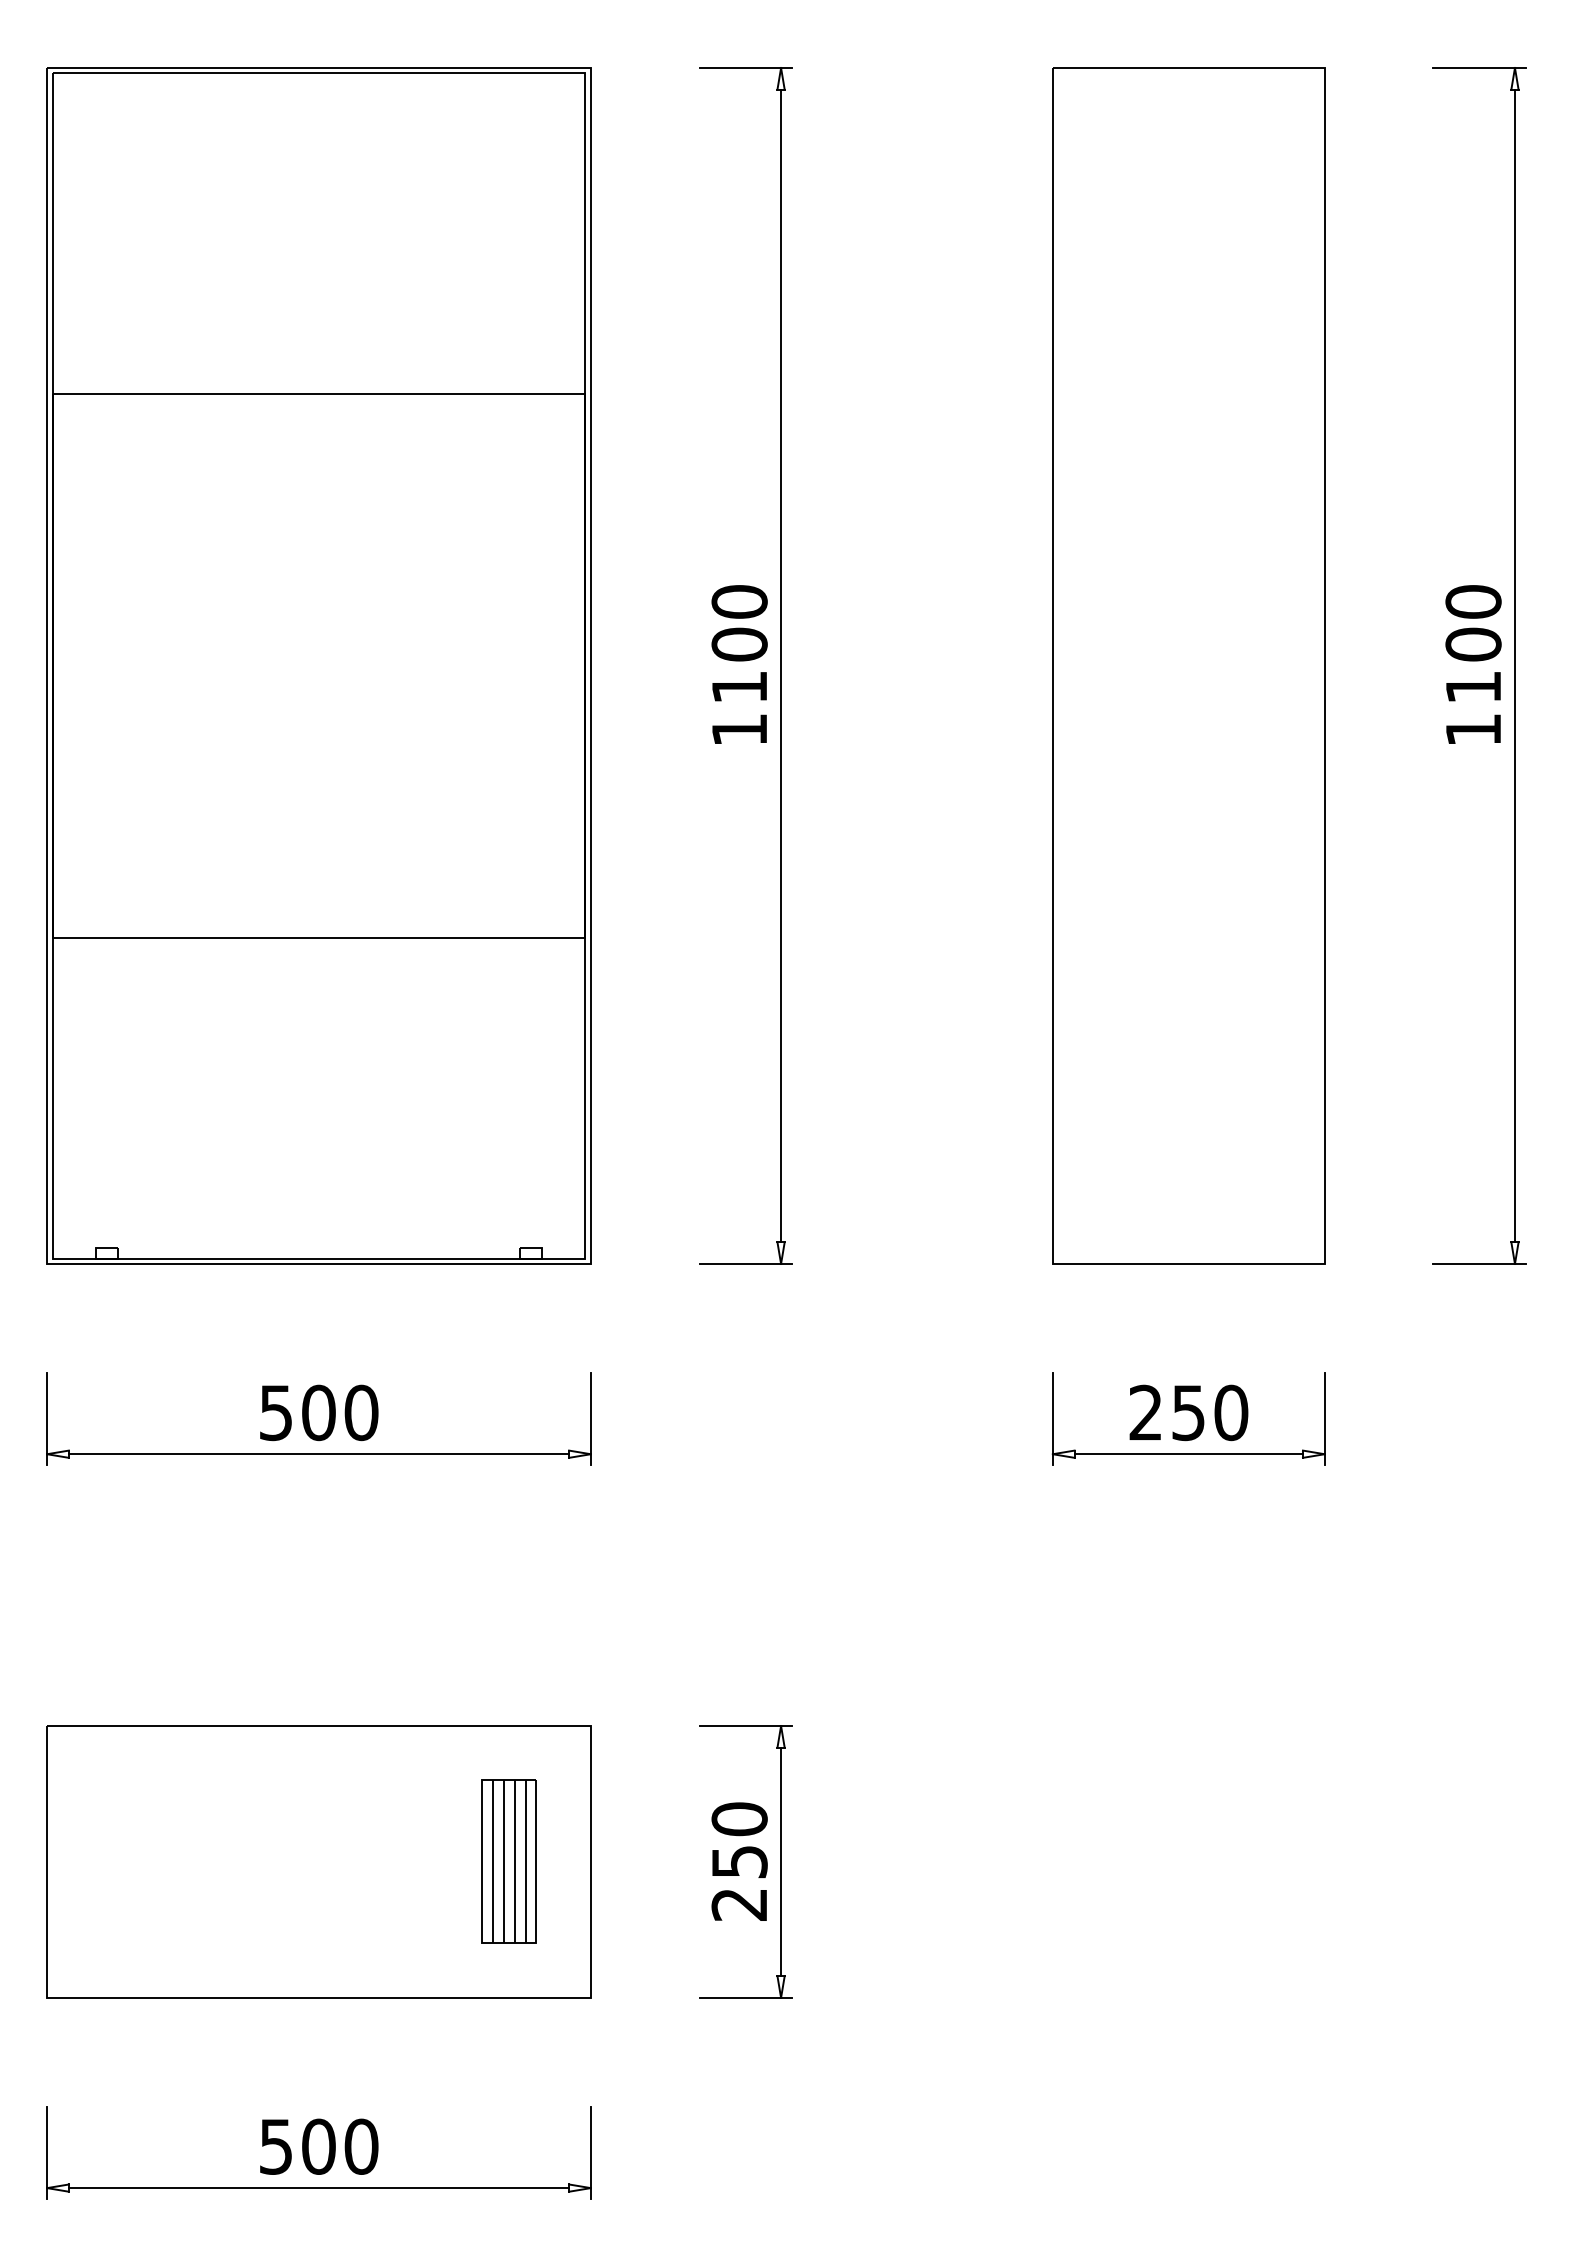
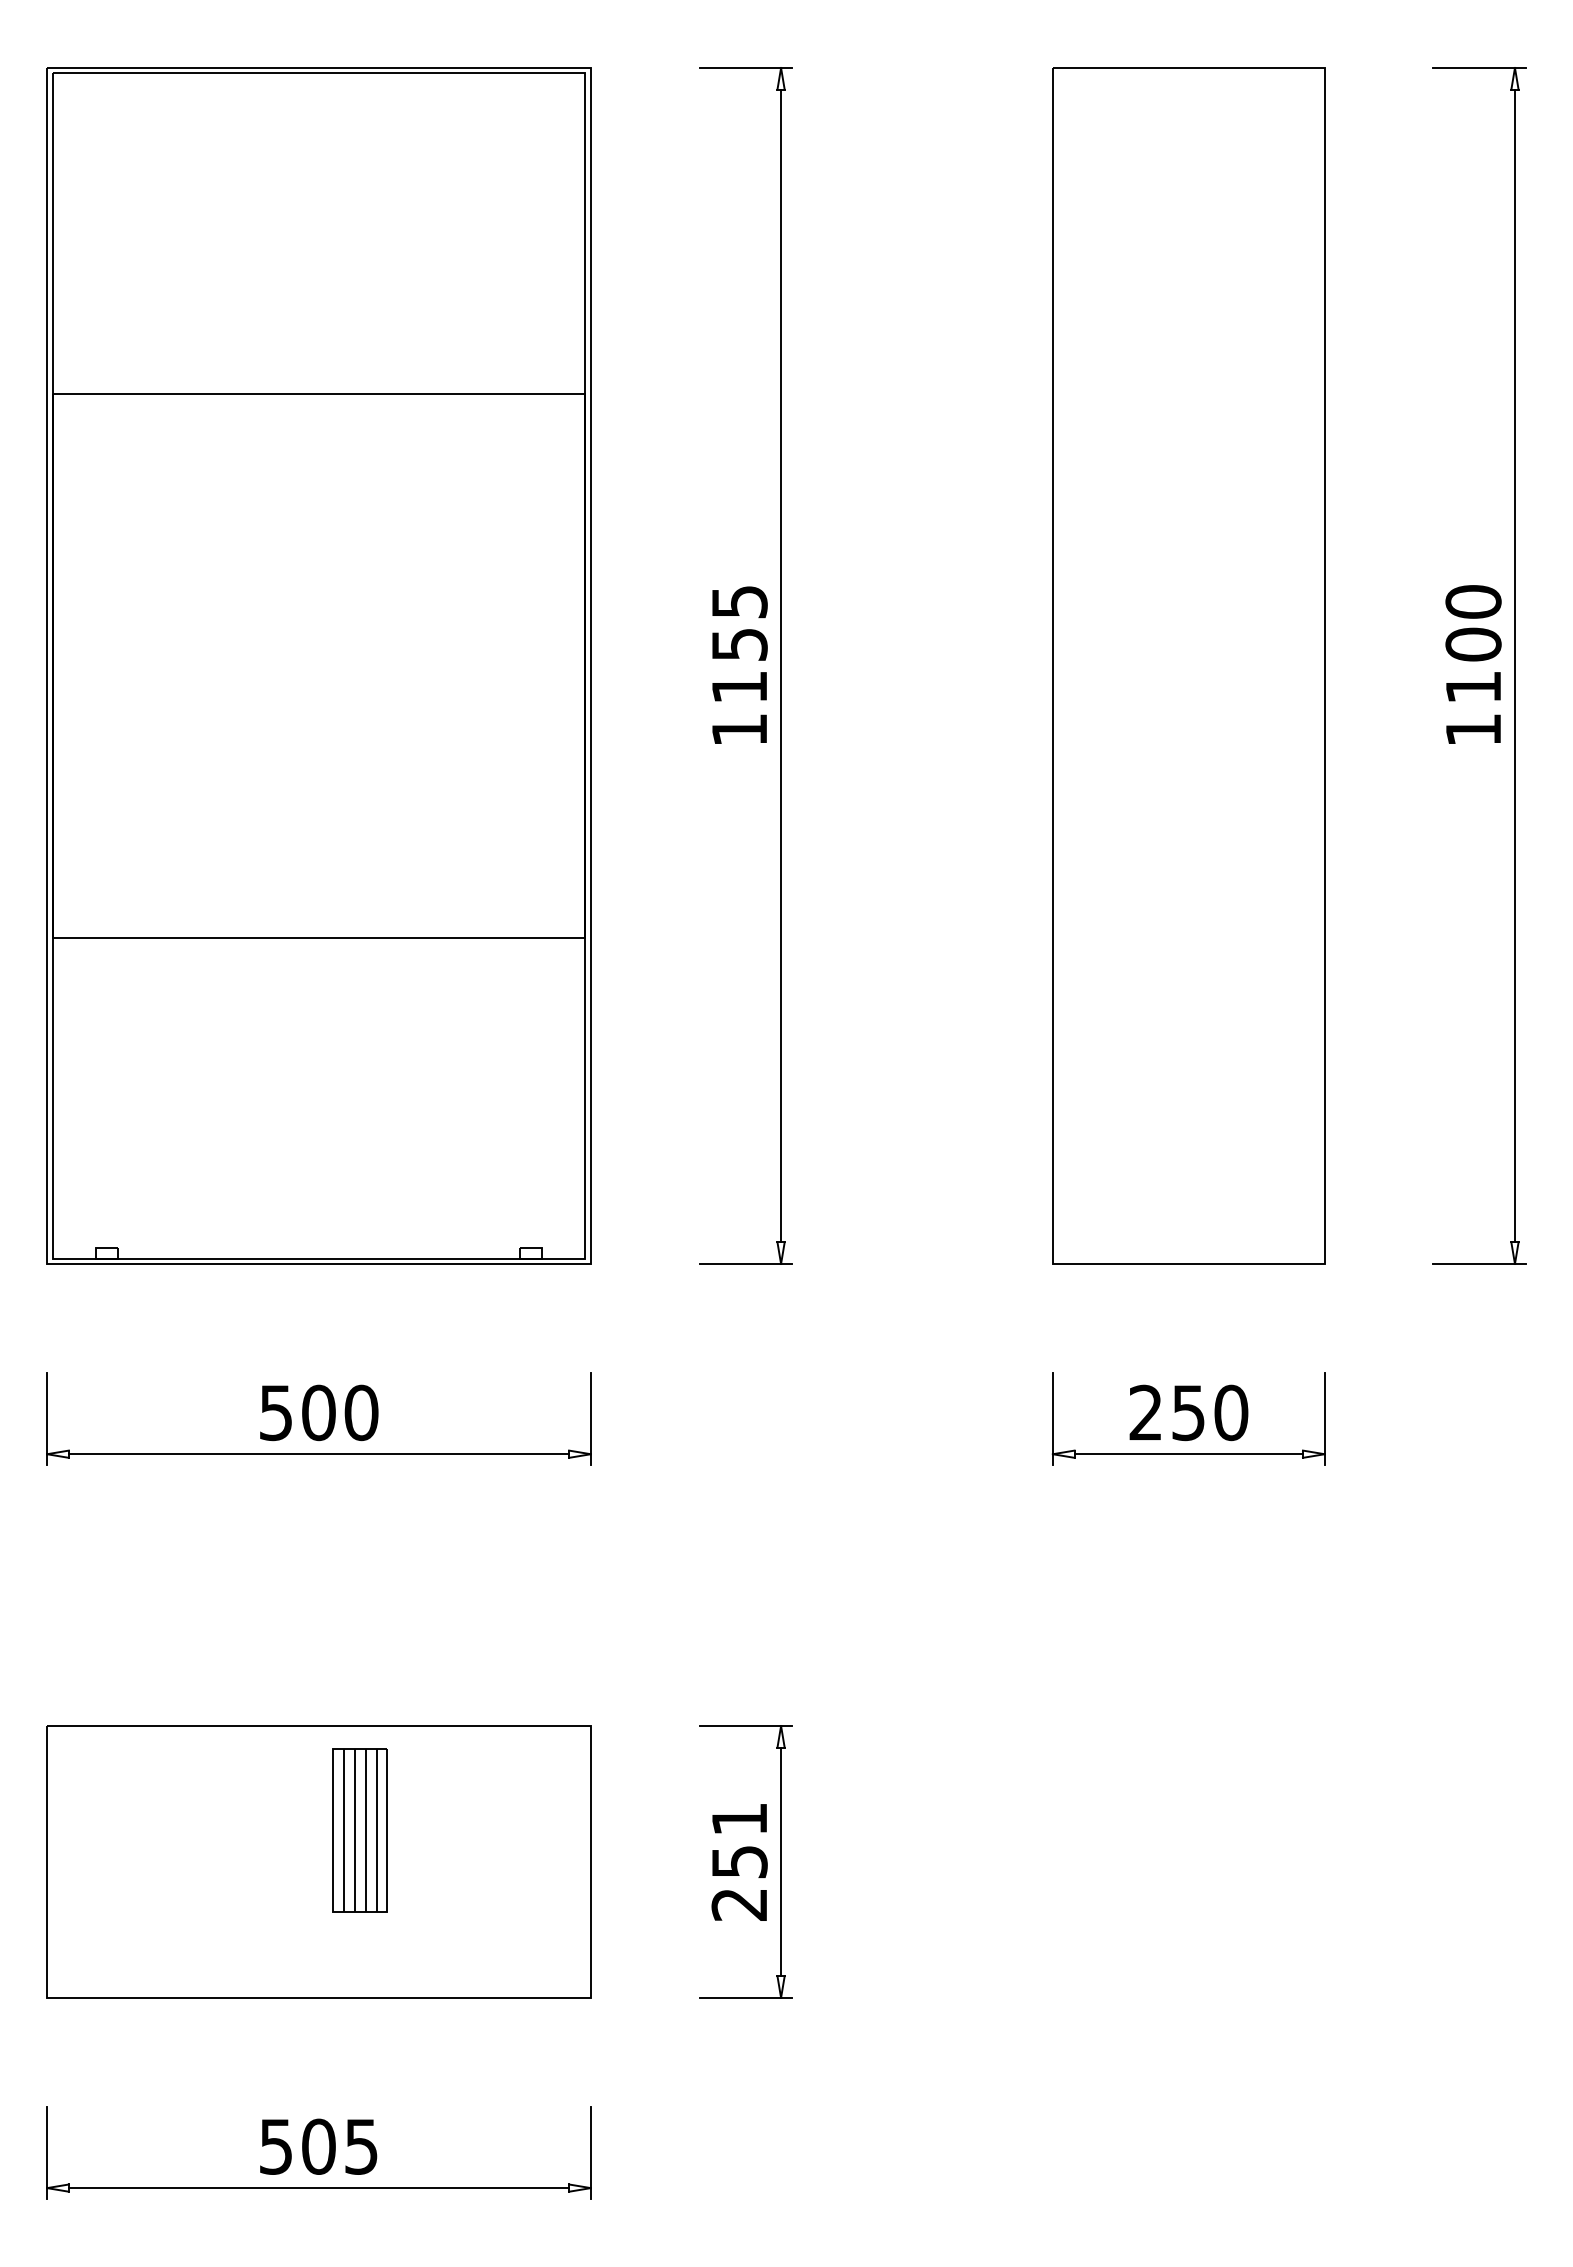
text at (739, 623): 1100 -> 1155
text at (739, 1819): 250 -> 251
part at (508, 1861) position: (508, 1861) -> (359, 1830)
text at (361, 2146): 500 -> 505
